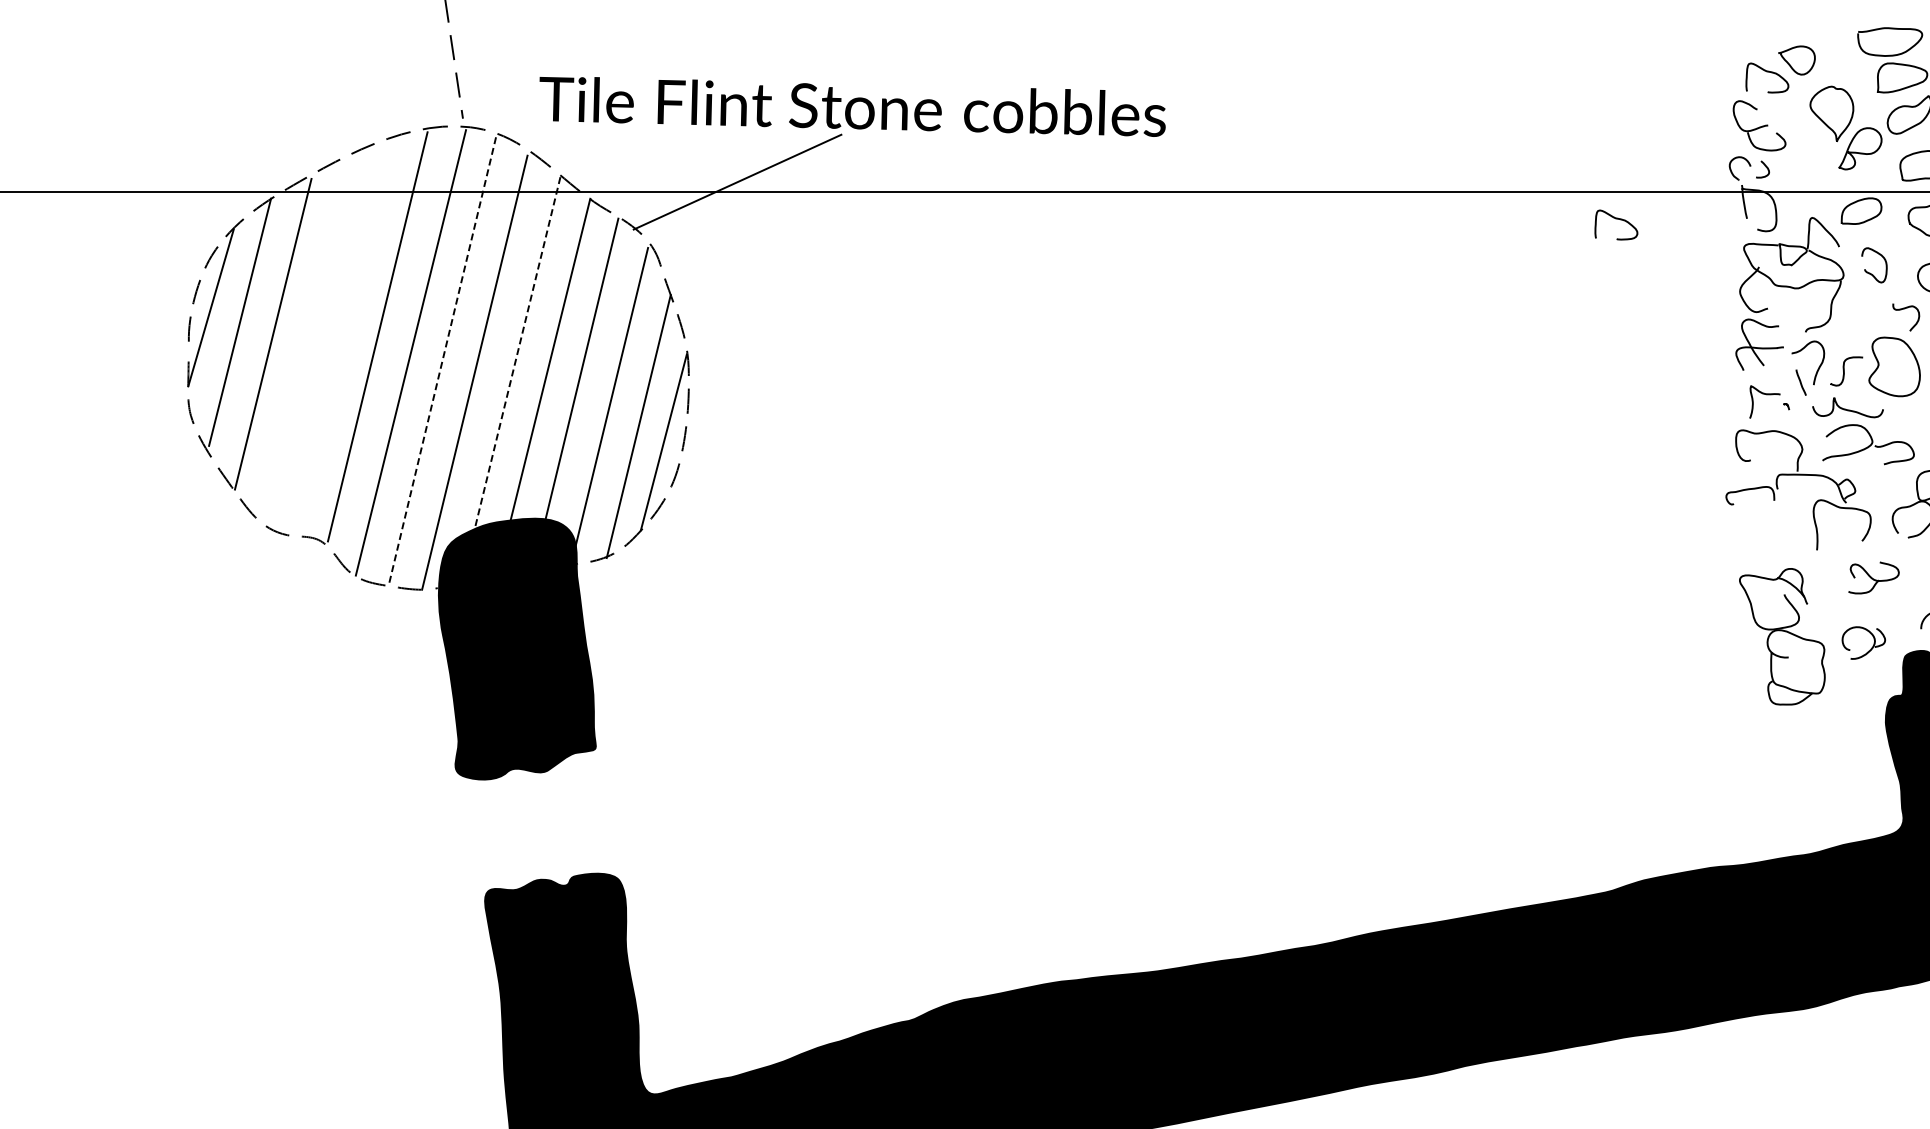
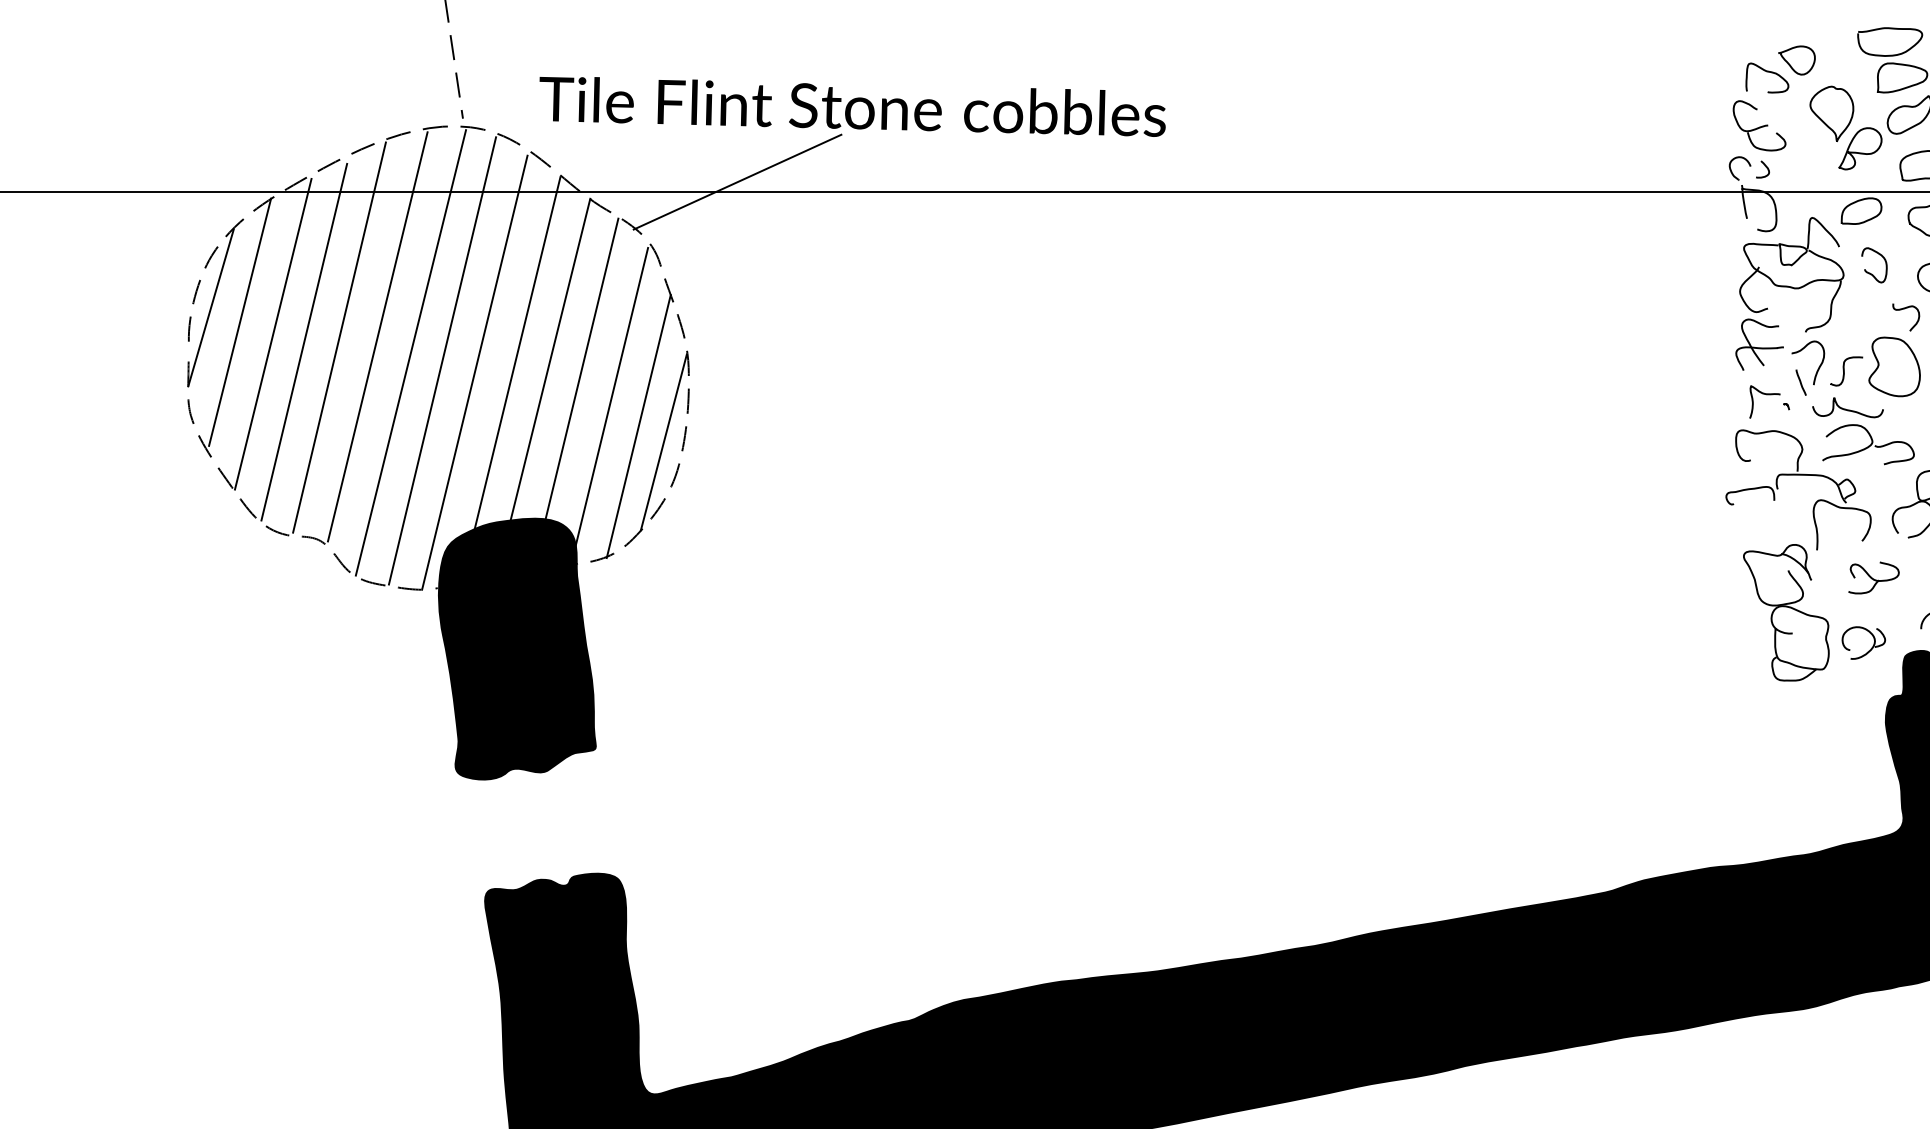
curve at (1616, 219): present -> none
line at (339, 337): none -> present
line at (304, 341): none -> present
line at (442, 360): dashed -> solid
line at (513, 371): dashed -> solid
part at (1782, 636) position: (1782, 636) -> (1786, 612)
